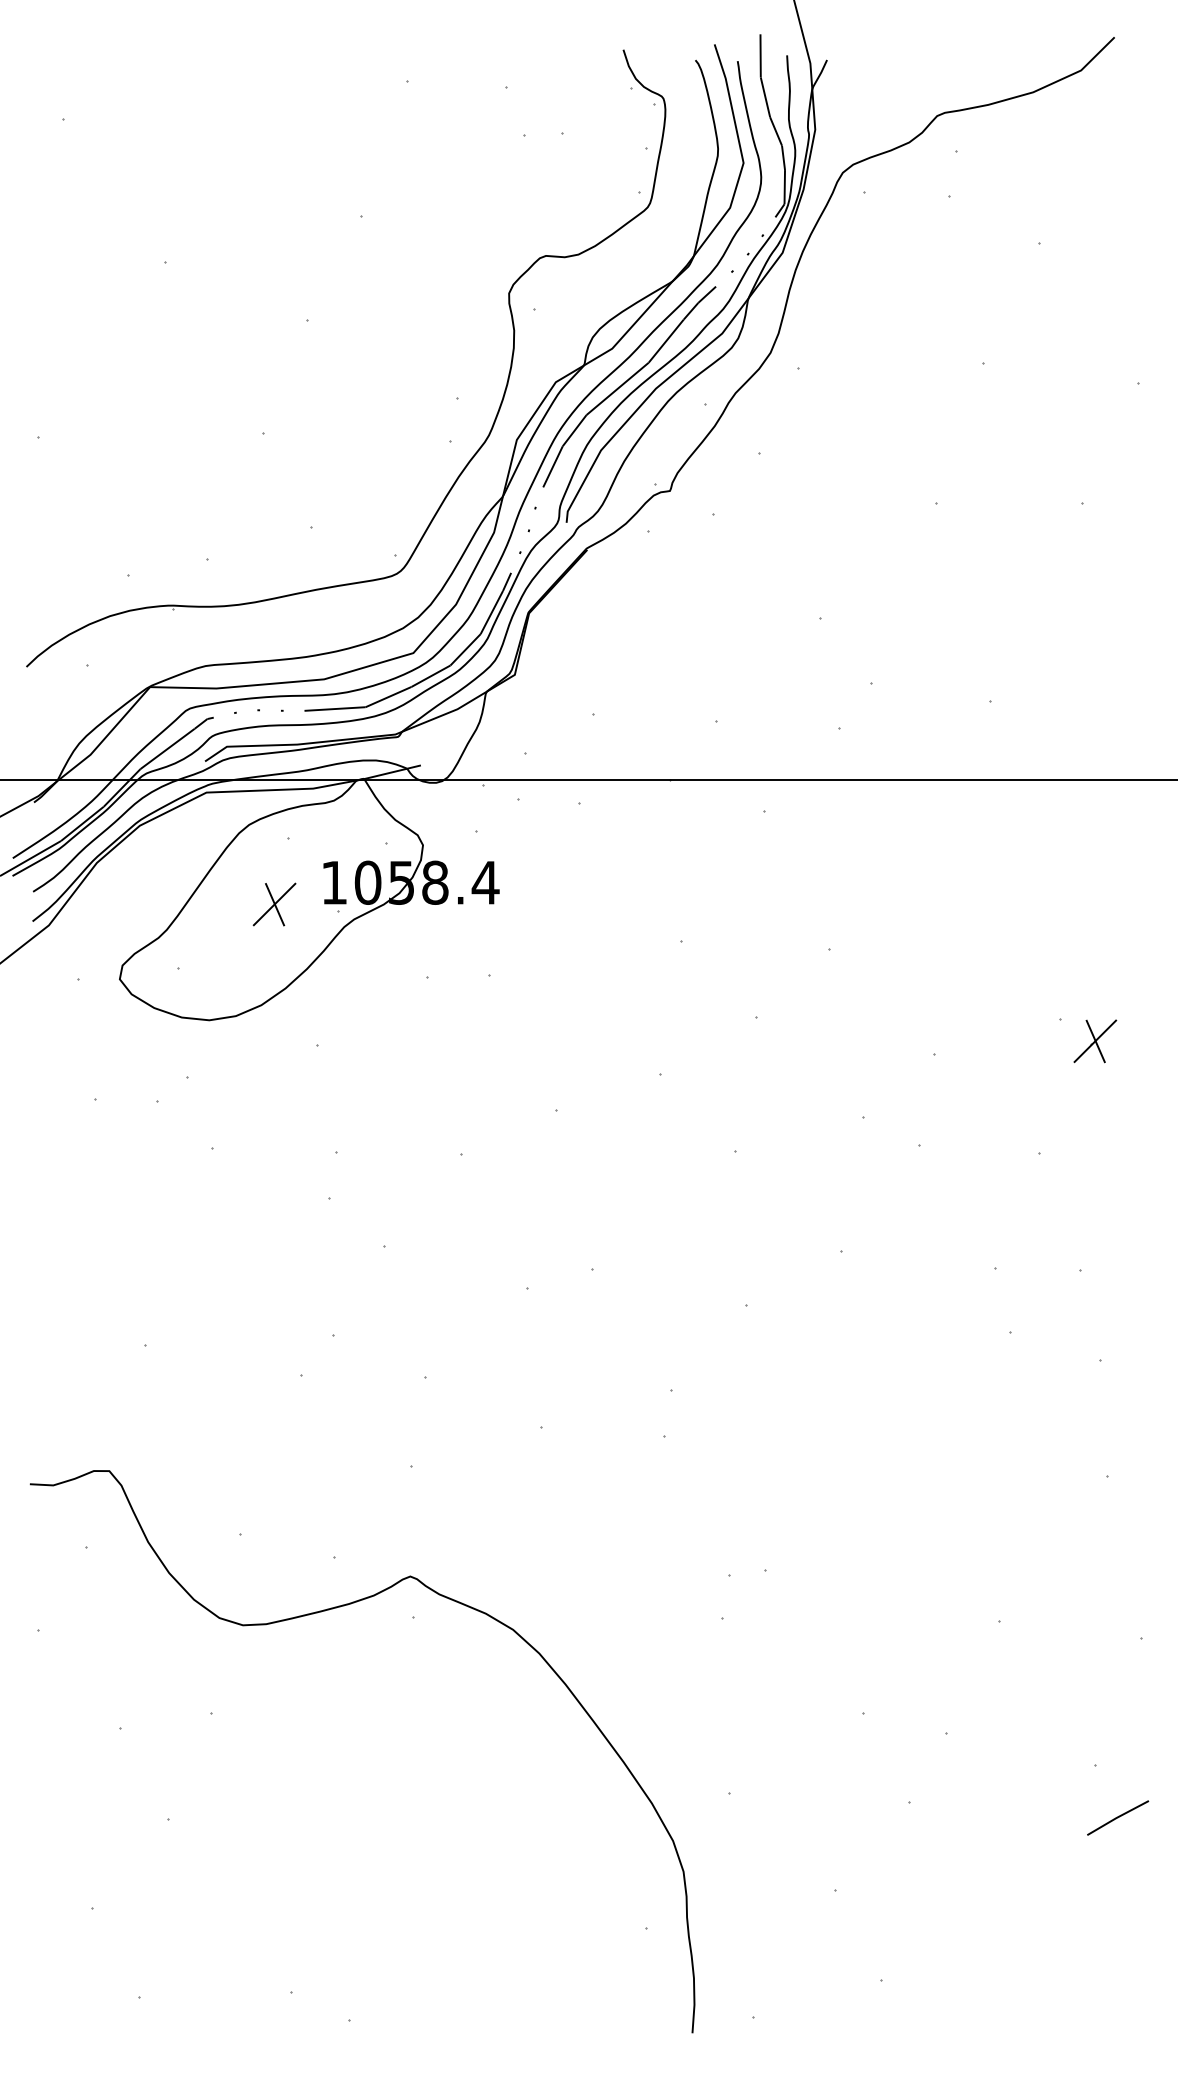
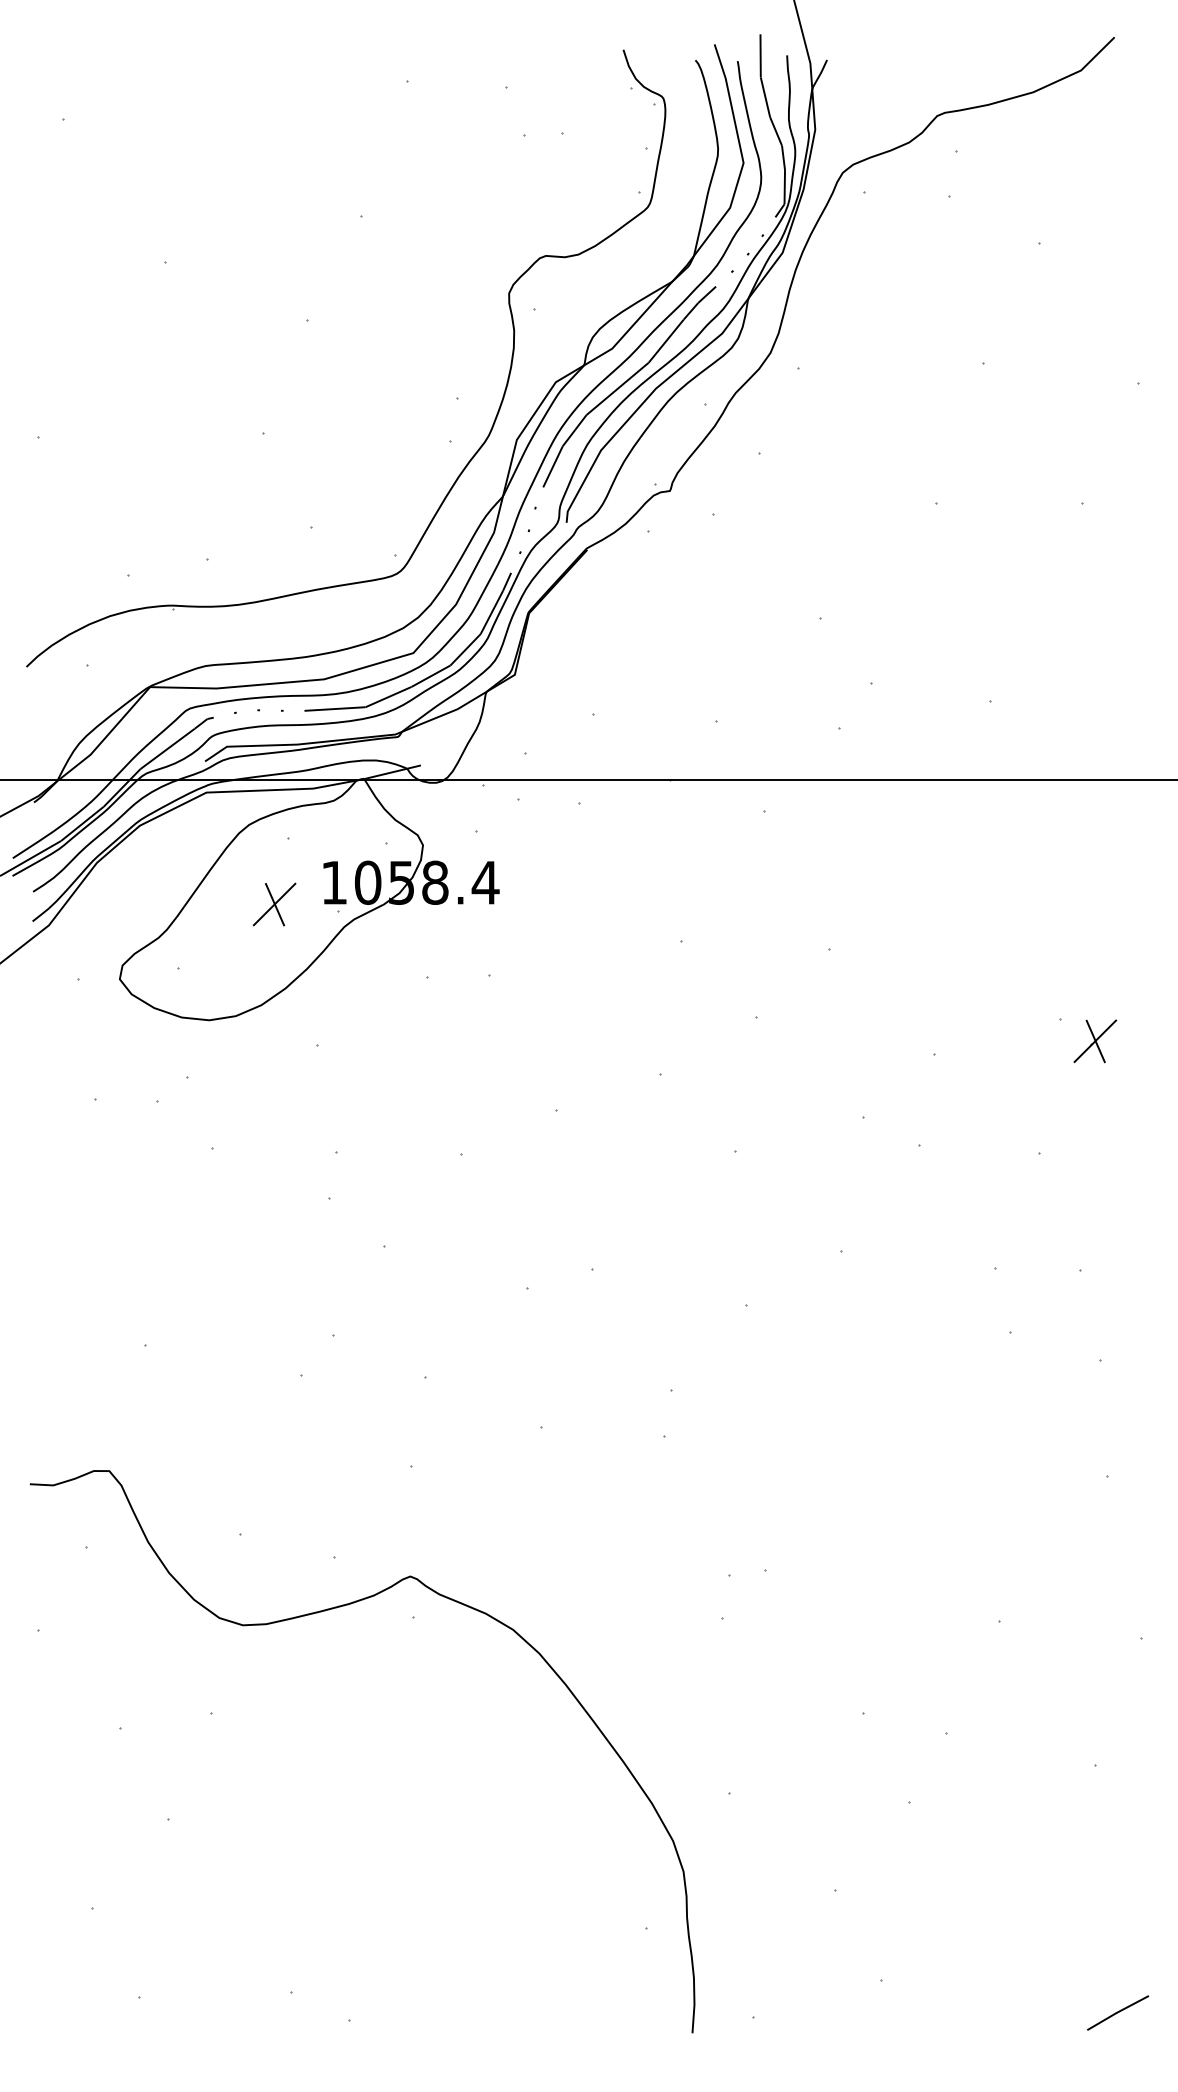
line at (1118, 1817) position: (1118, 1817) -> (1118, 2012)
